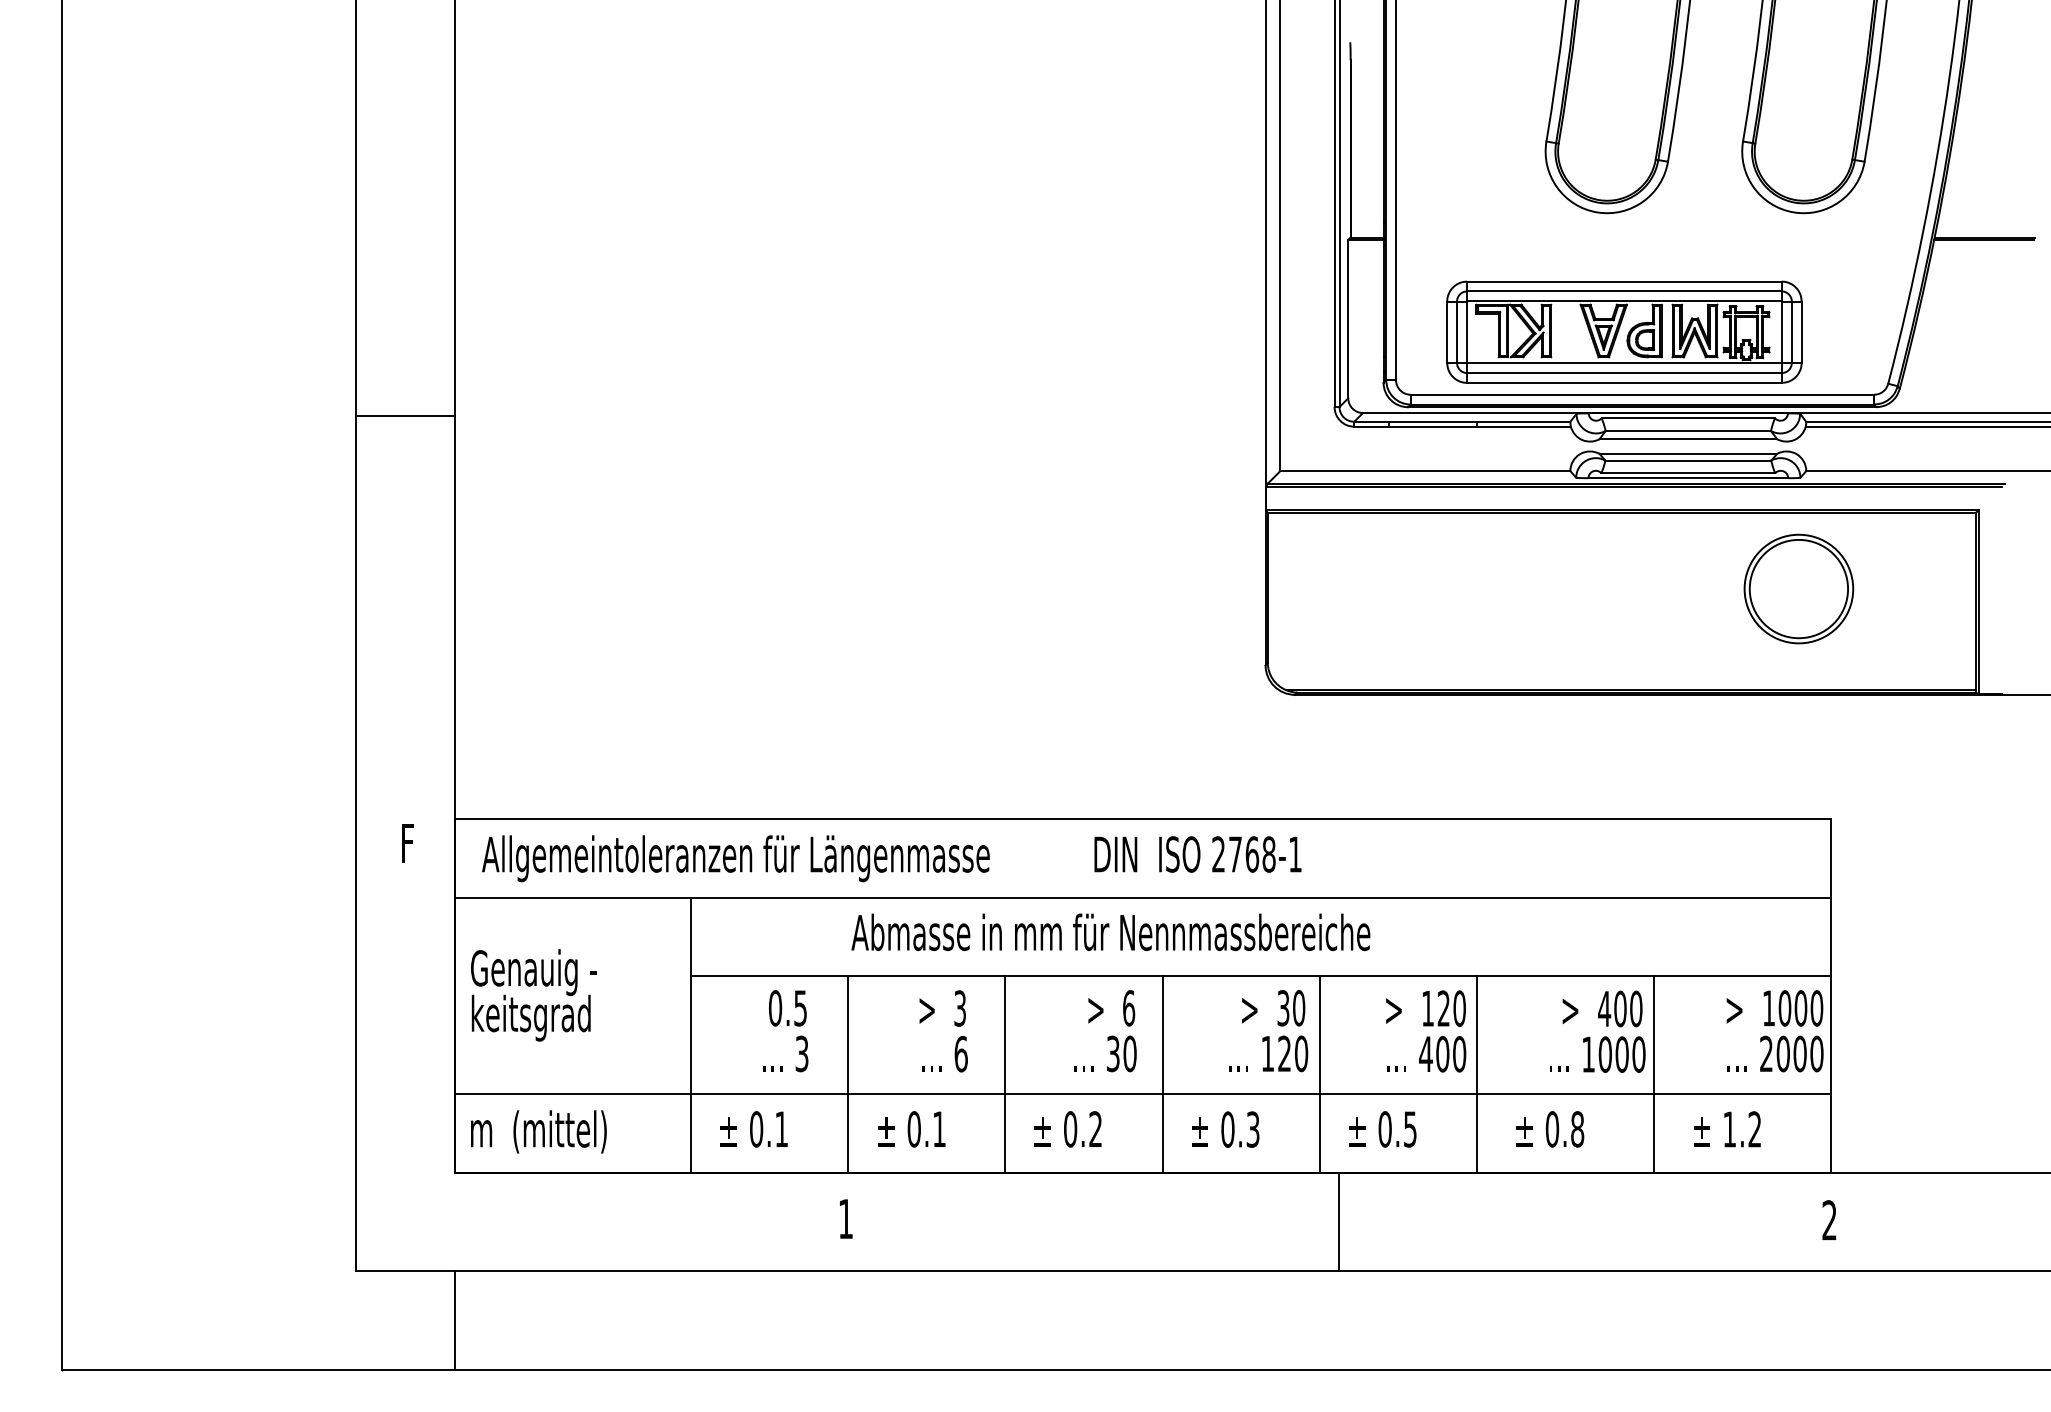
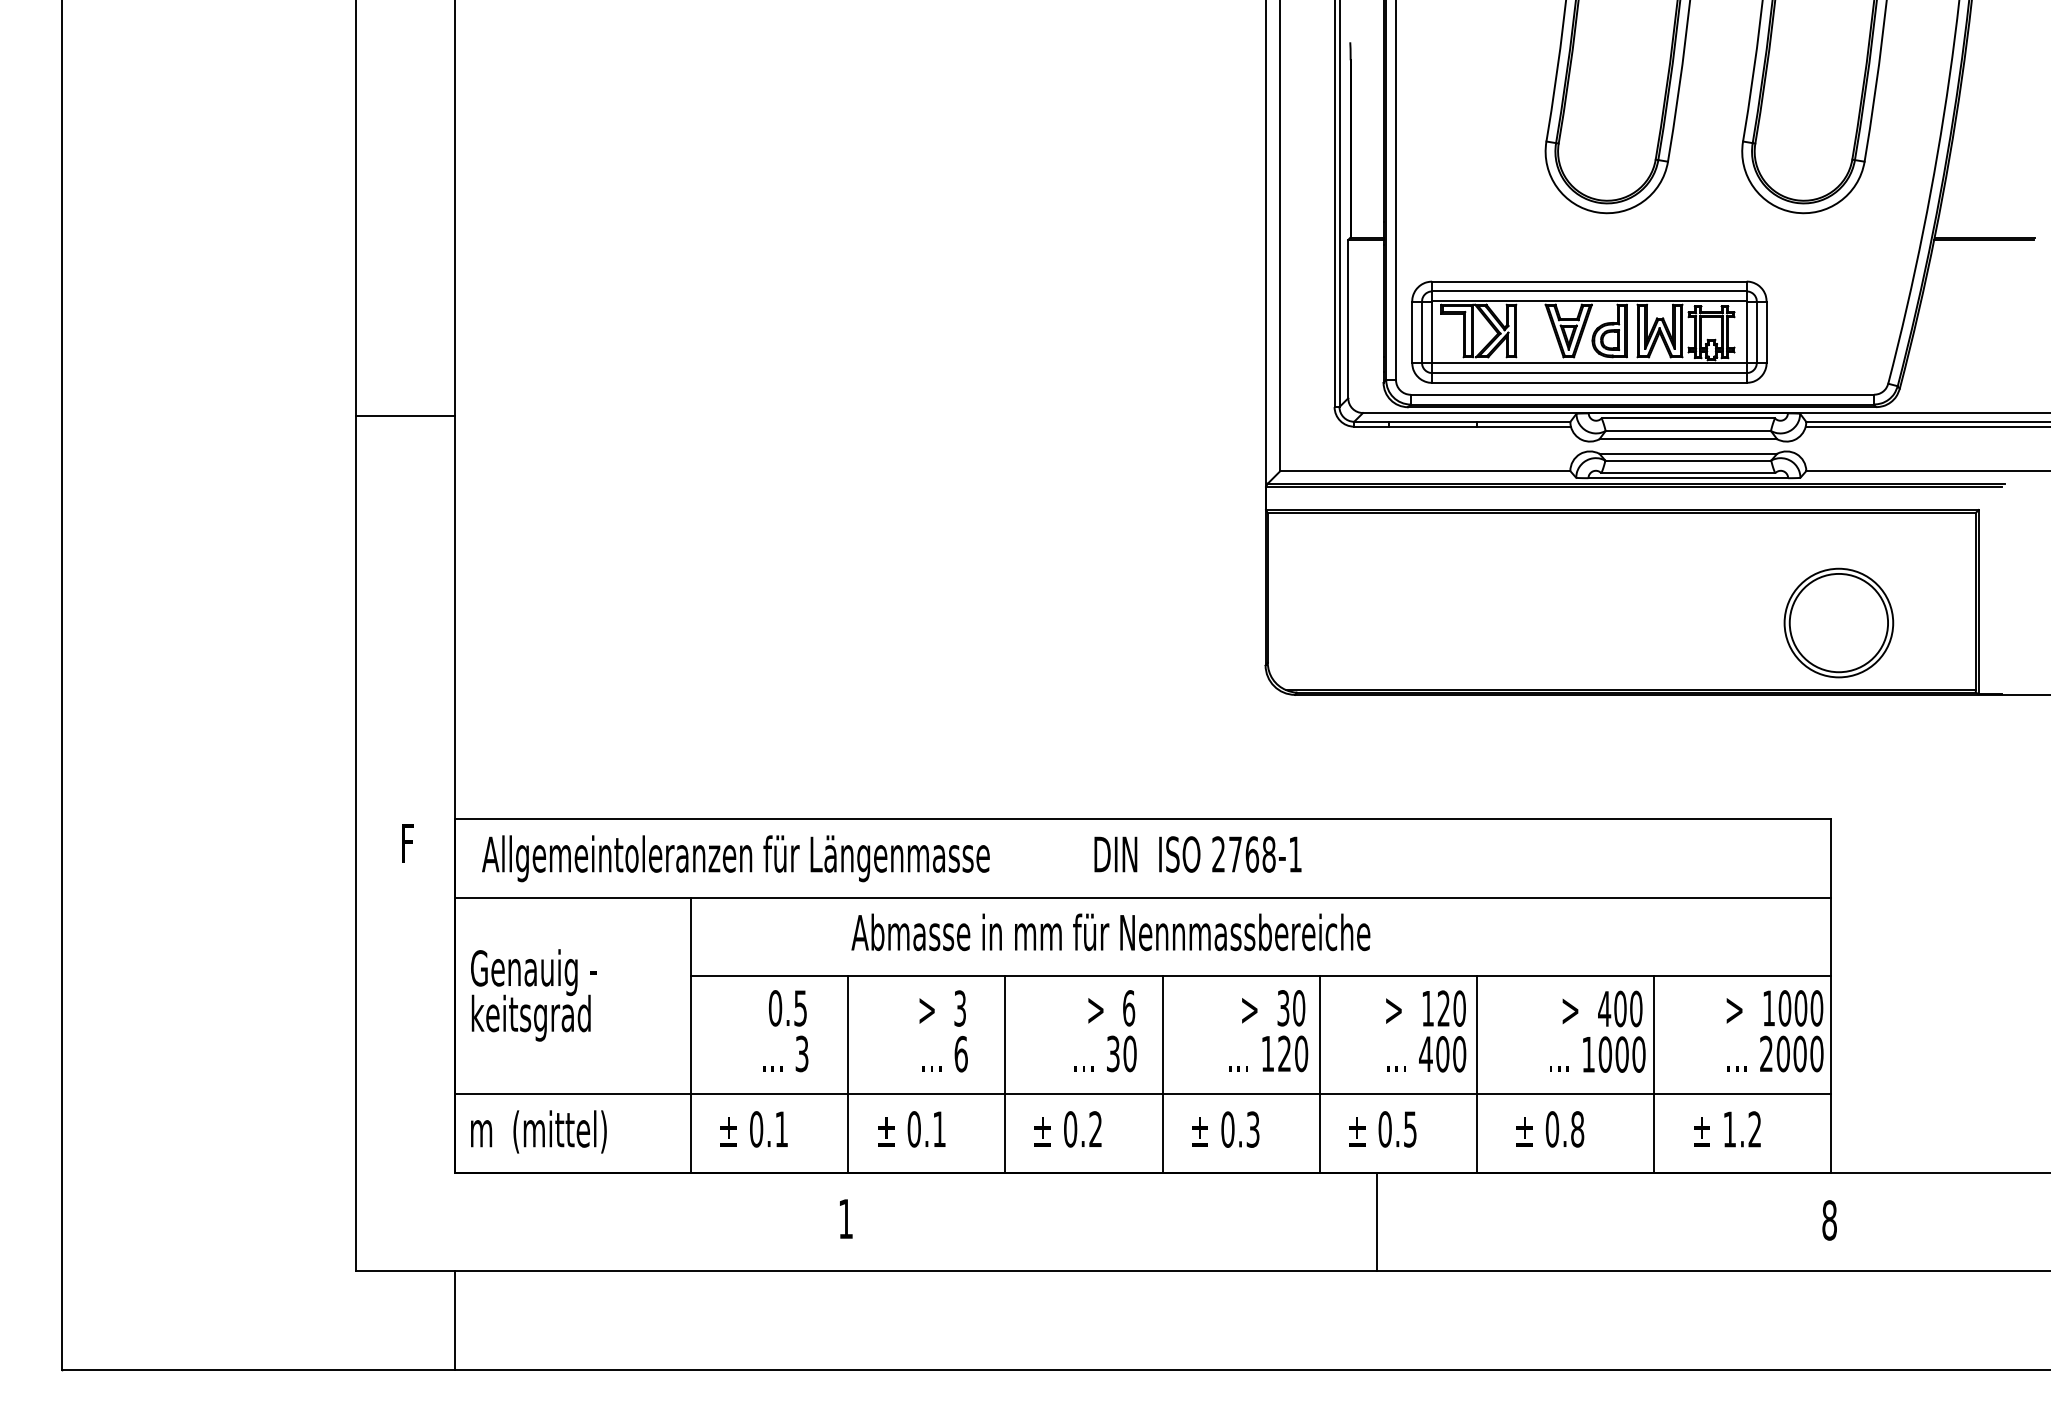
part at (1624, 331) position: (1624, 331) -> (1589, 331)
part at (1798, 588) position: (1798, 588) -> (1838, 622)
text at (1829, 1220): 2 -> 8
line at (1339, 1222) position: (1339, 1222) -> (1376, 1222)
